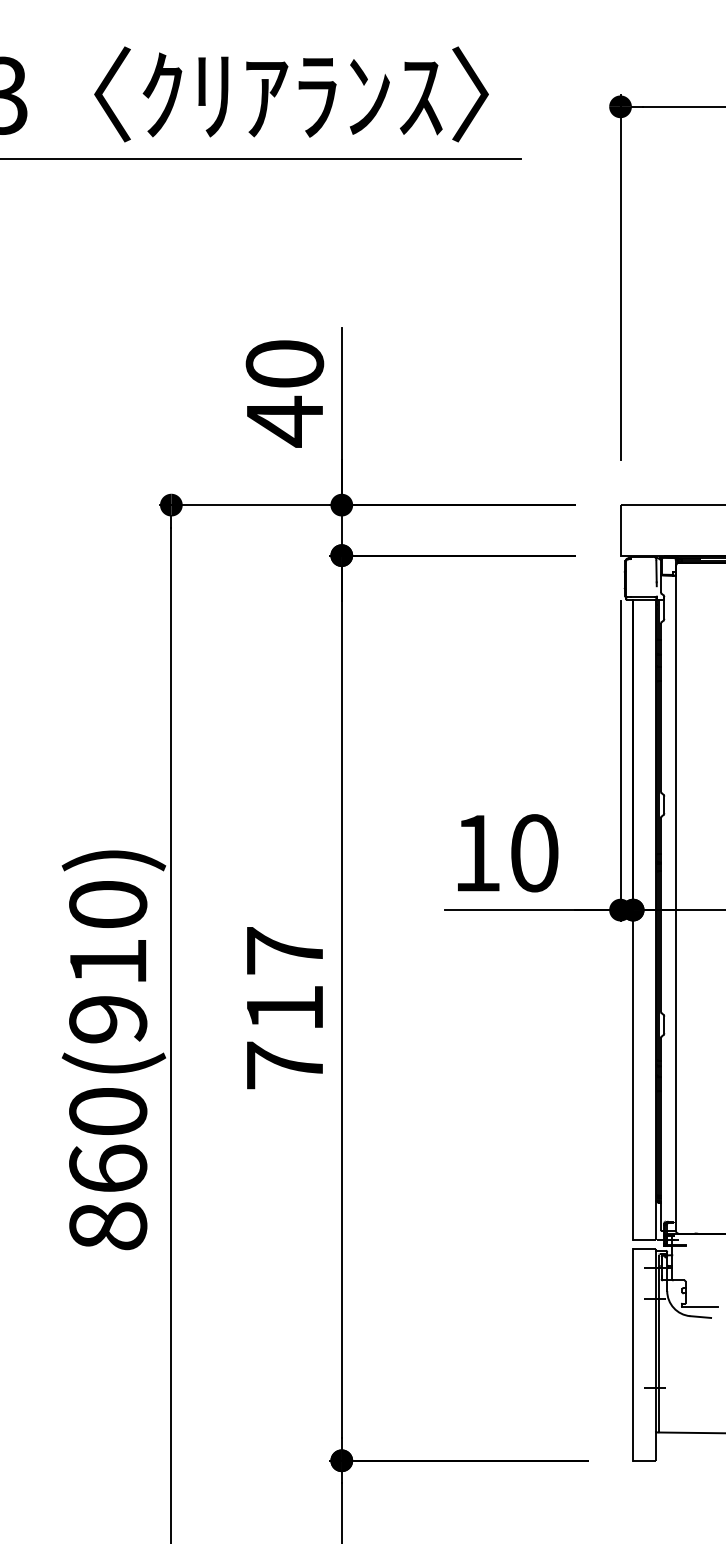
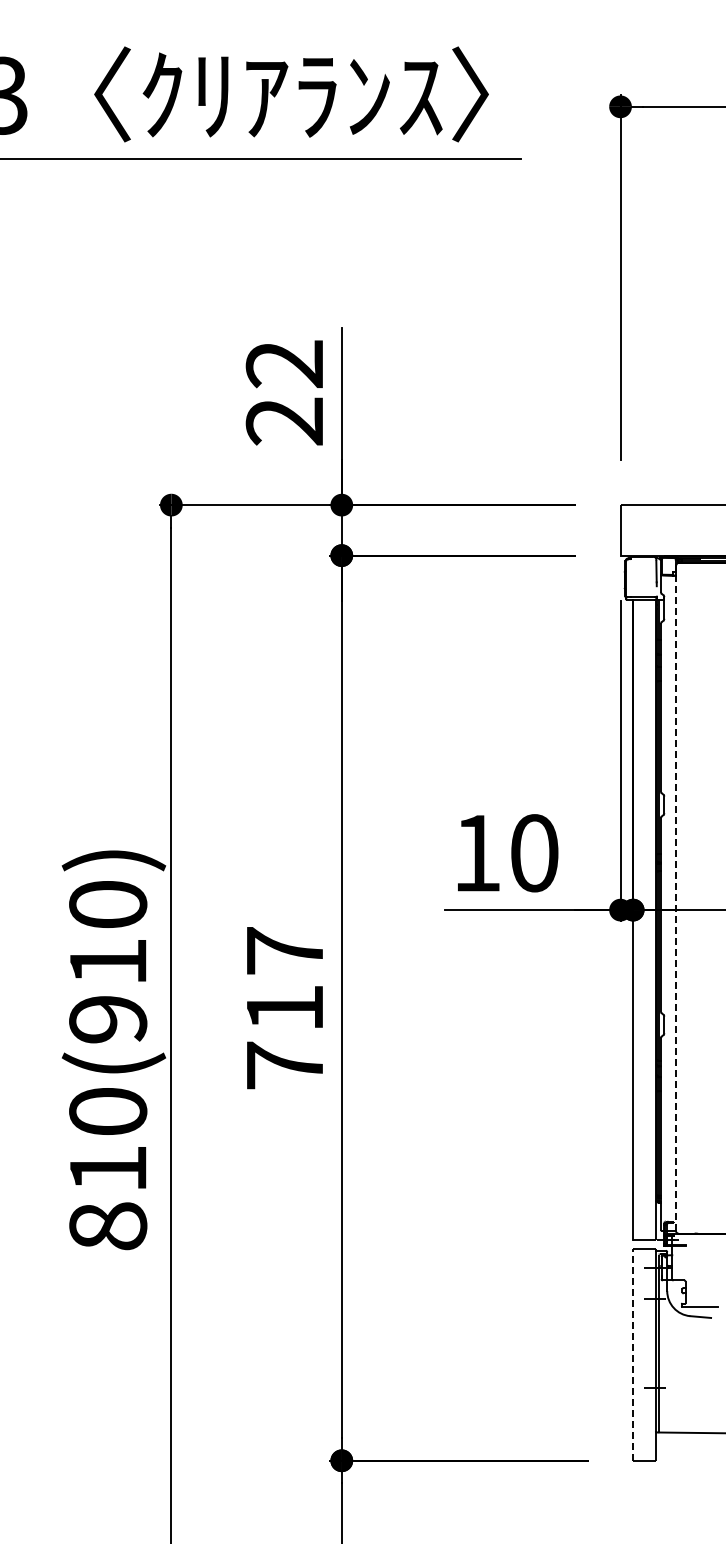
text at (284, 393): 40 -> 22
line at (676, 898): solid -> dashed
text at (108, 1167): 860(910) -> 810(910)
line at (633, 1354): solid -> dashed
